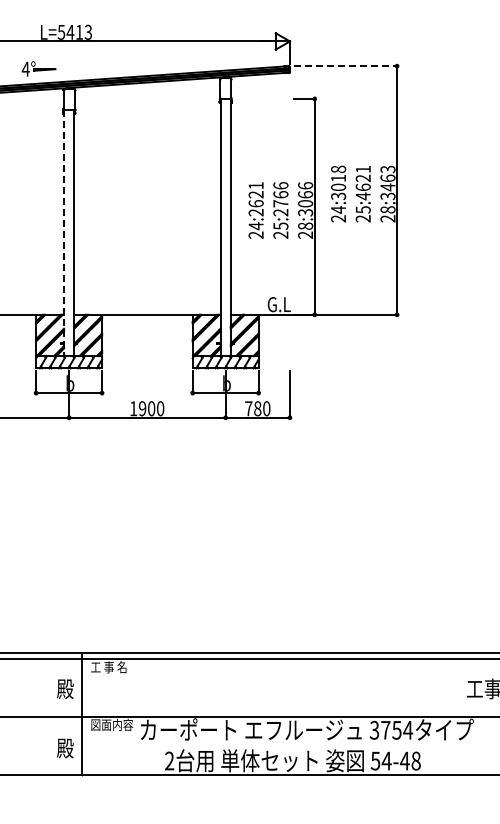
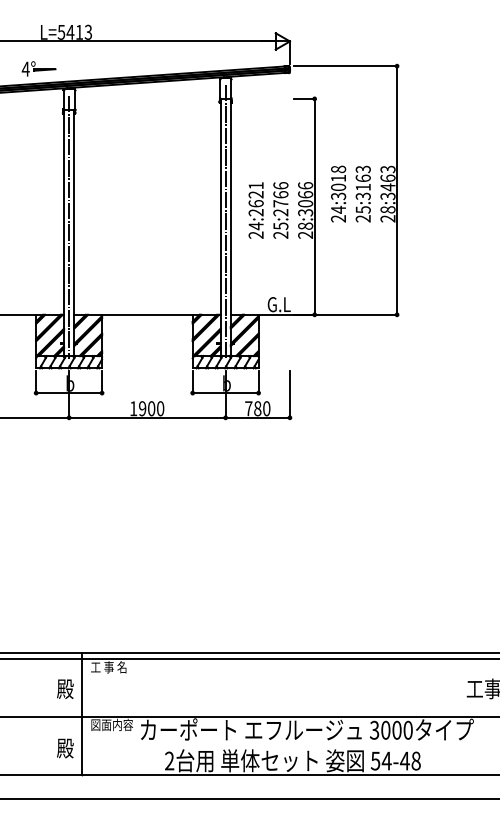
line at (345, 66): dashed -> solid
text at (362, 182): 25:4621 -> 25:3163
line at (225, 220): none -> present
line at (69, 227): none -> present
line at (63, 233): dashed -> solid
text at (397, 729): 3754 -> 3000
line at (249, 799): none -> present
